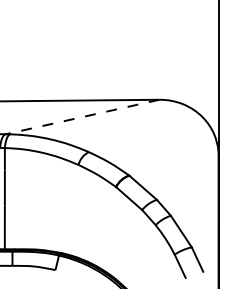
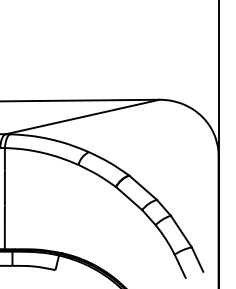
line at (82, 117): dashed -> solid
